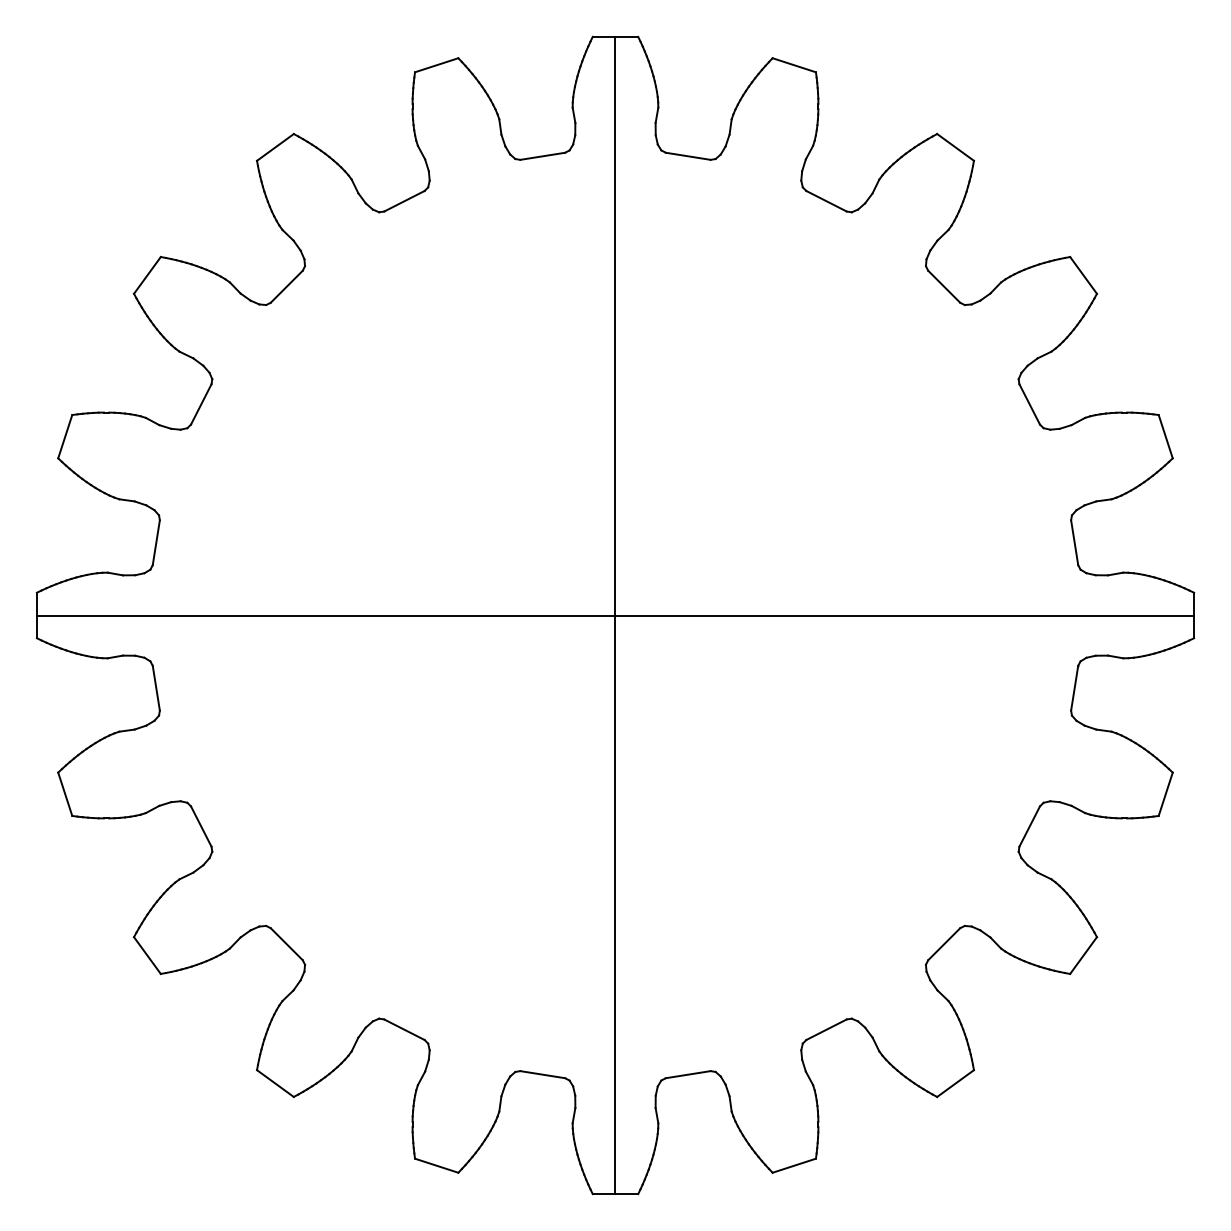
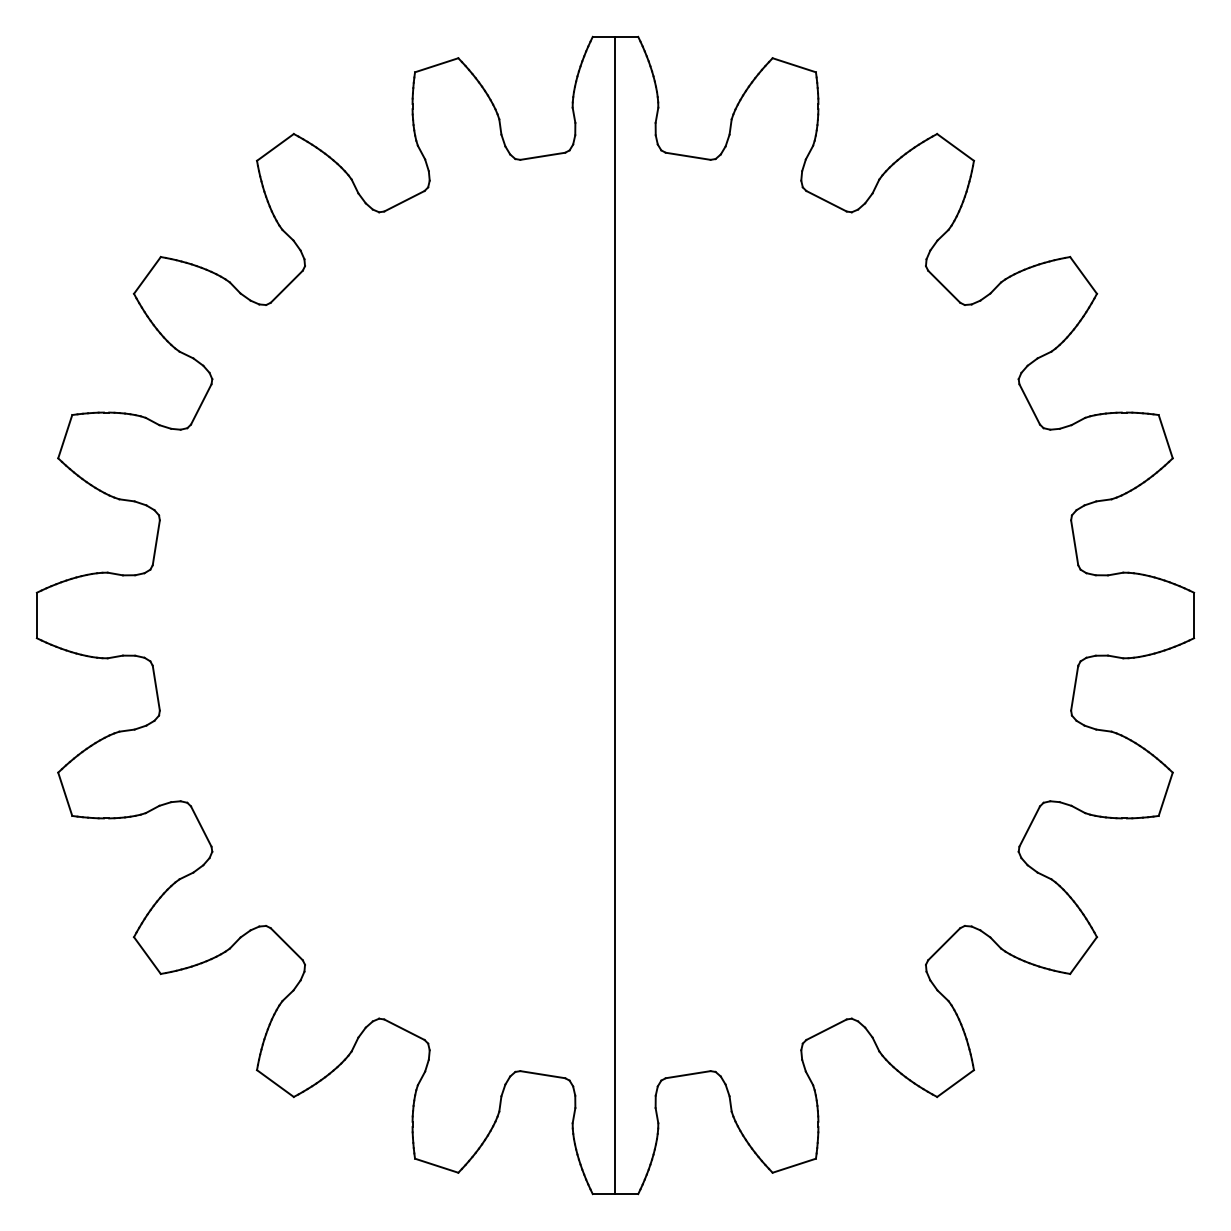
line at (615, 615): present -> none
